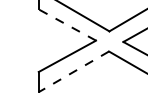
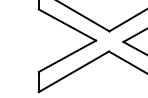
line at (67, 25): dashed -> solid
line at (73, 71): dashed -> solid
